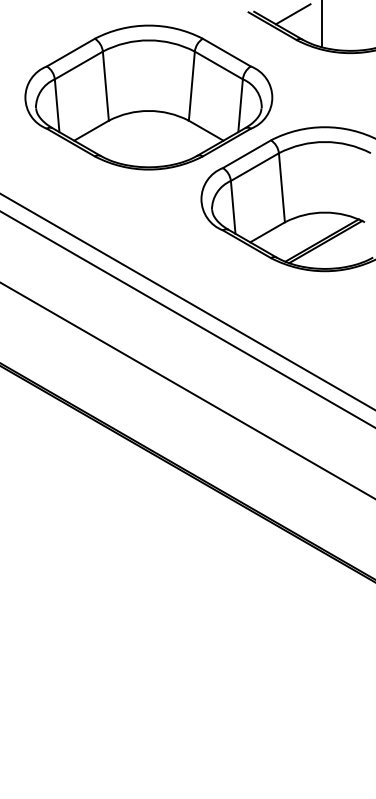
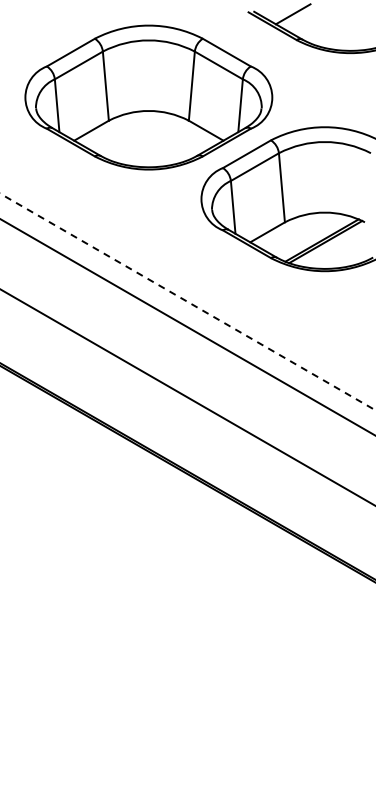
line at (321, 24): present -> none
line at (188, 302): solid -> dashed
line at (187, 319) position: (187, 319) -> (187, 327)
line at (187, 390) position: (187, 390) -> (187, 397)
